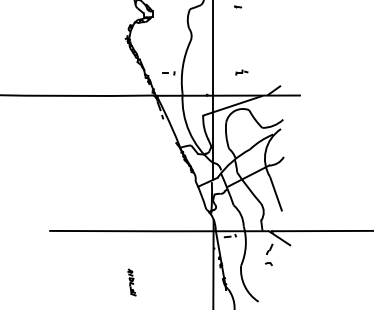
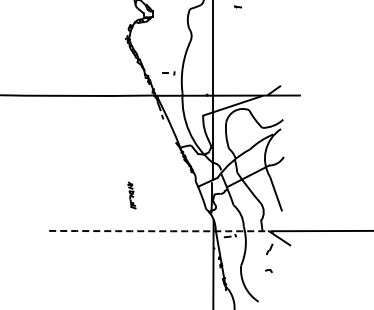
part at (241, 72): present -> none
arc at (159, 231): solid -> dashed
part at (268, 264) position: (268, 264) -> (268, 271)
part at (131, 282) position: (131, 282) -> (131, 195)
